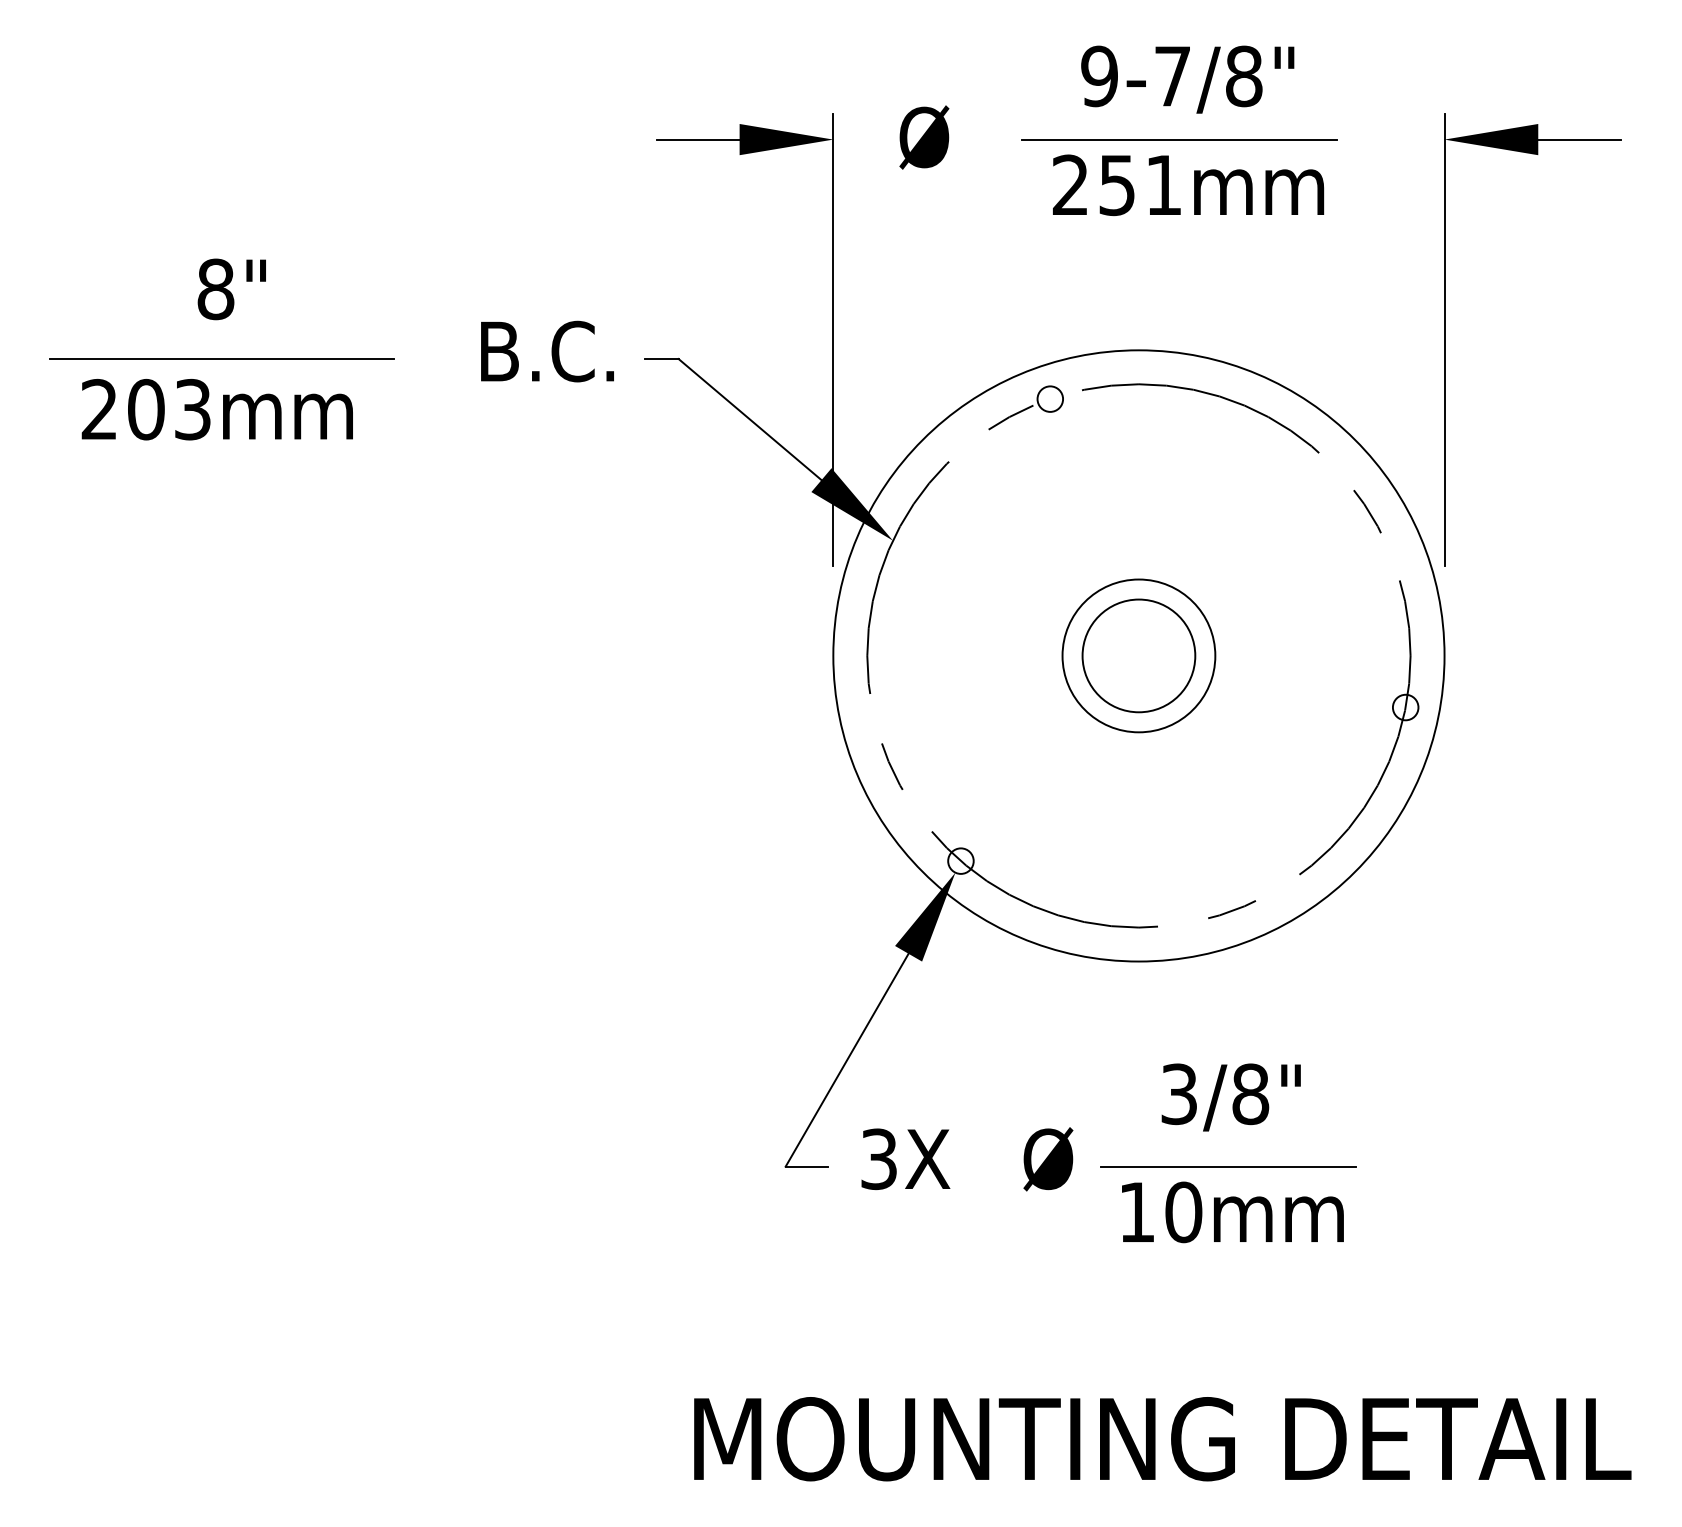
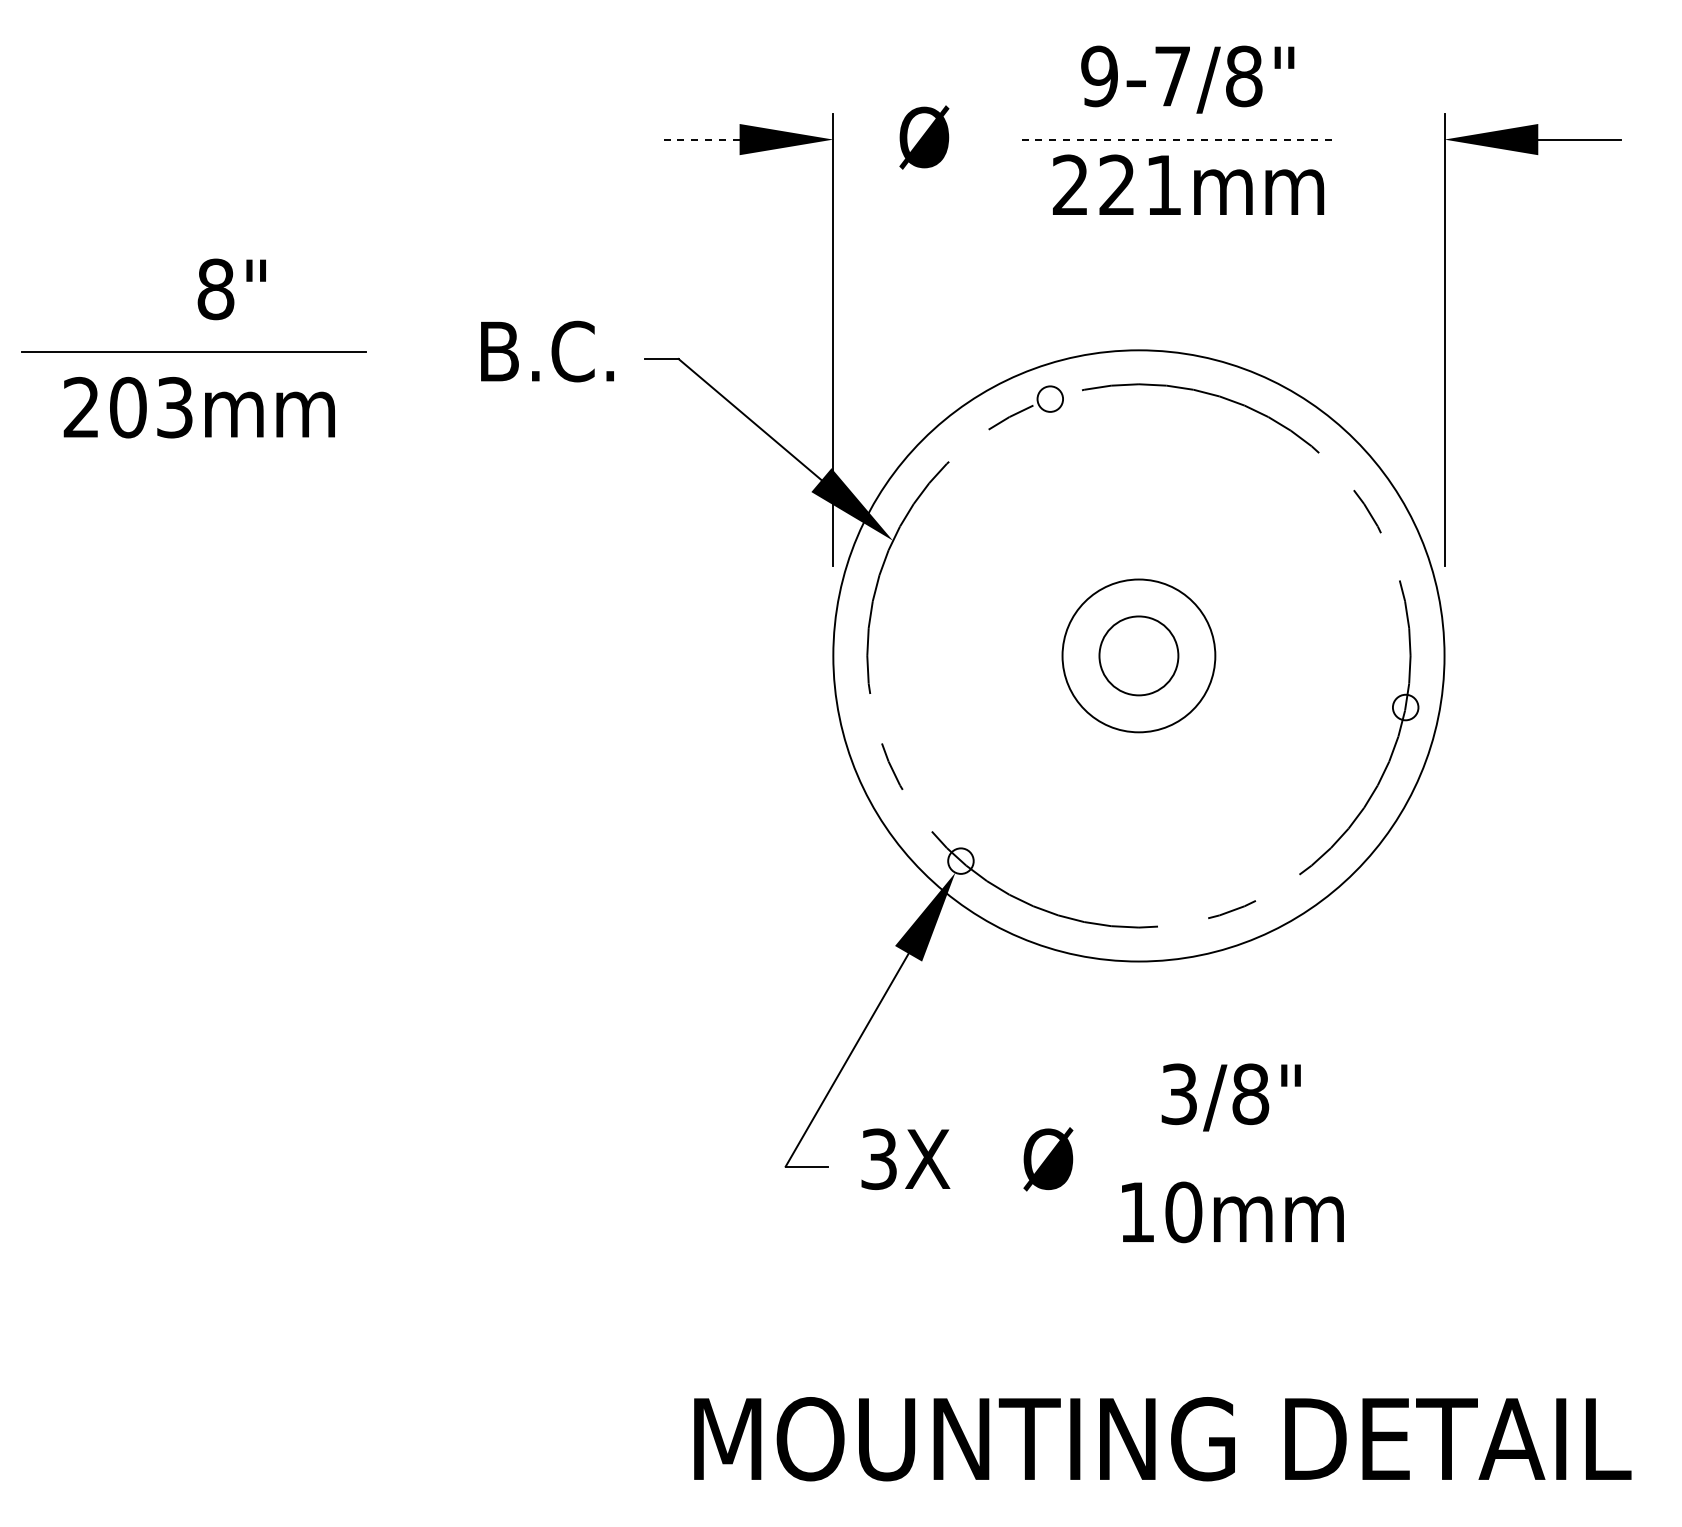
line at (698, 139): solid -> dashed
line at (1179, 139): solid -> dashed
text at (1116, 185): 251mm -> 221mm
line at (221, 358) position: (221, 358) -> (193, 351)
text at (216, 409) position: (216, 409) -> (198, 407)
circle at (1138, 655) diameter: 113 px -> 79 px
line at (1228, 1166): present -> none
